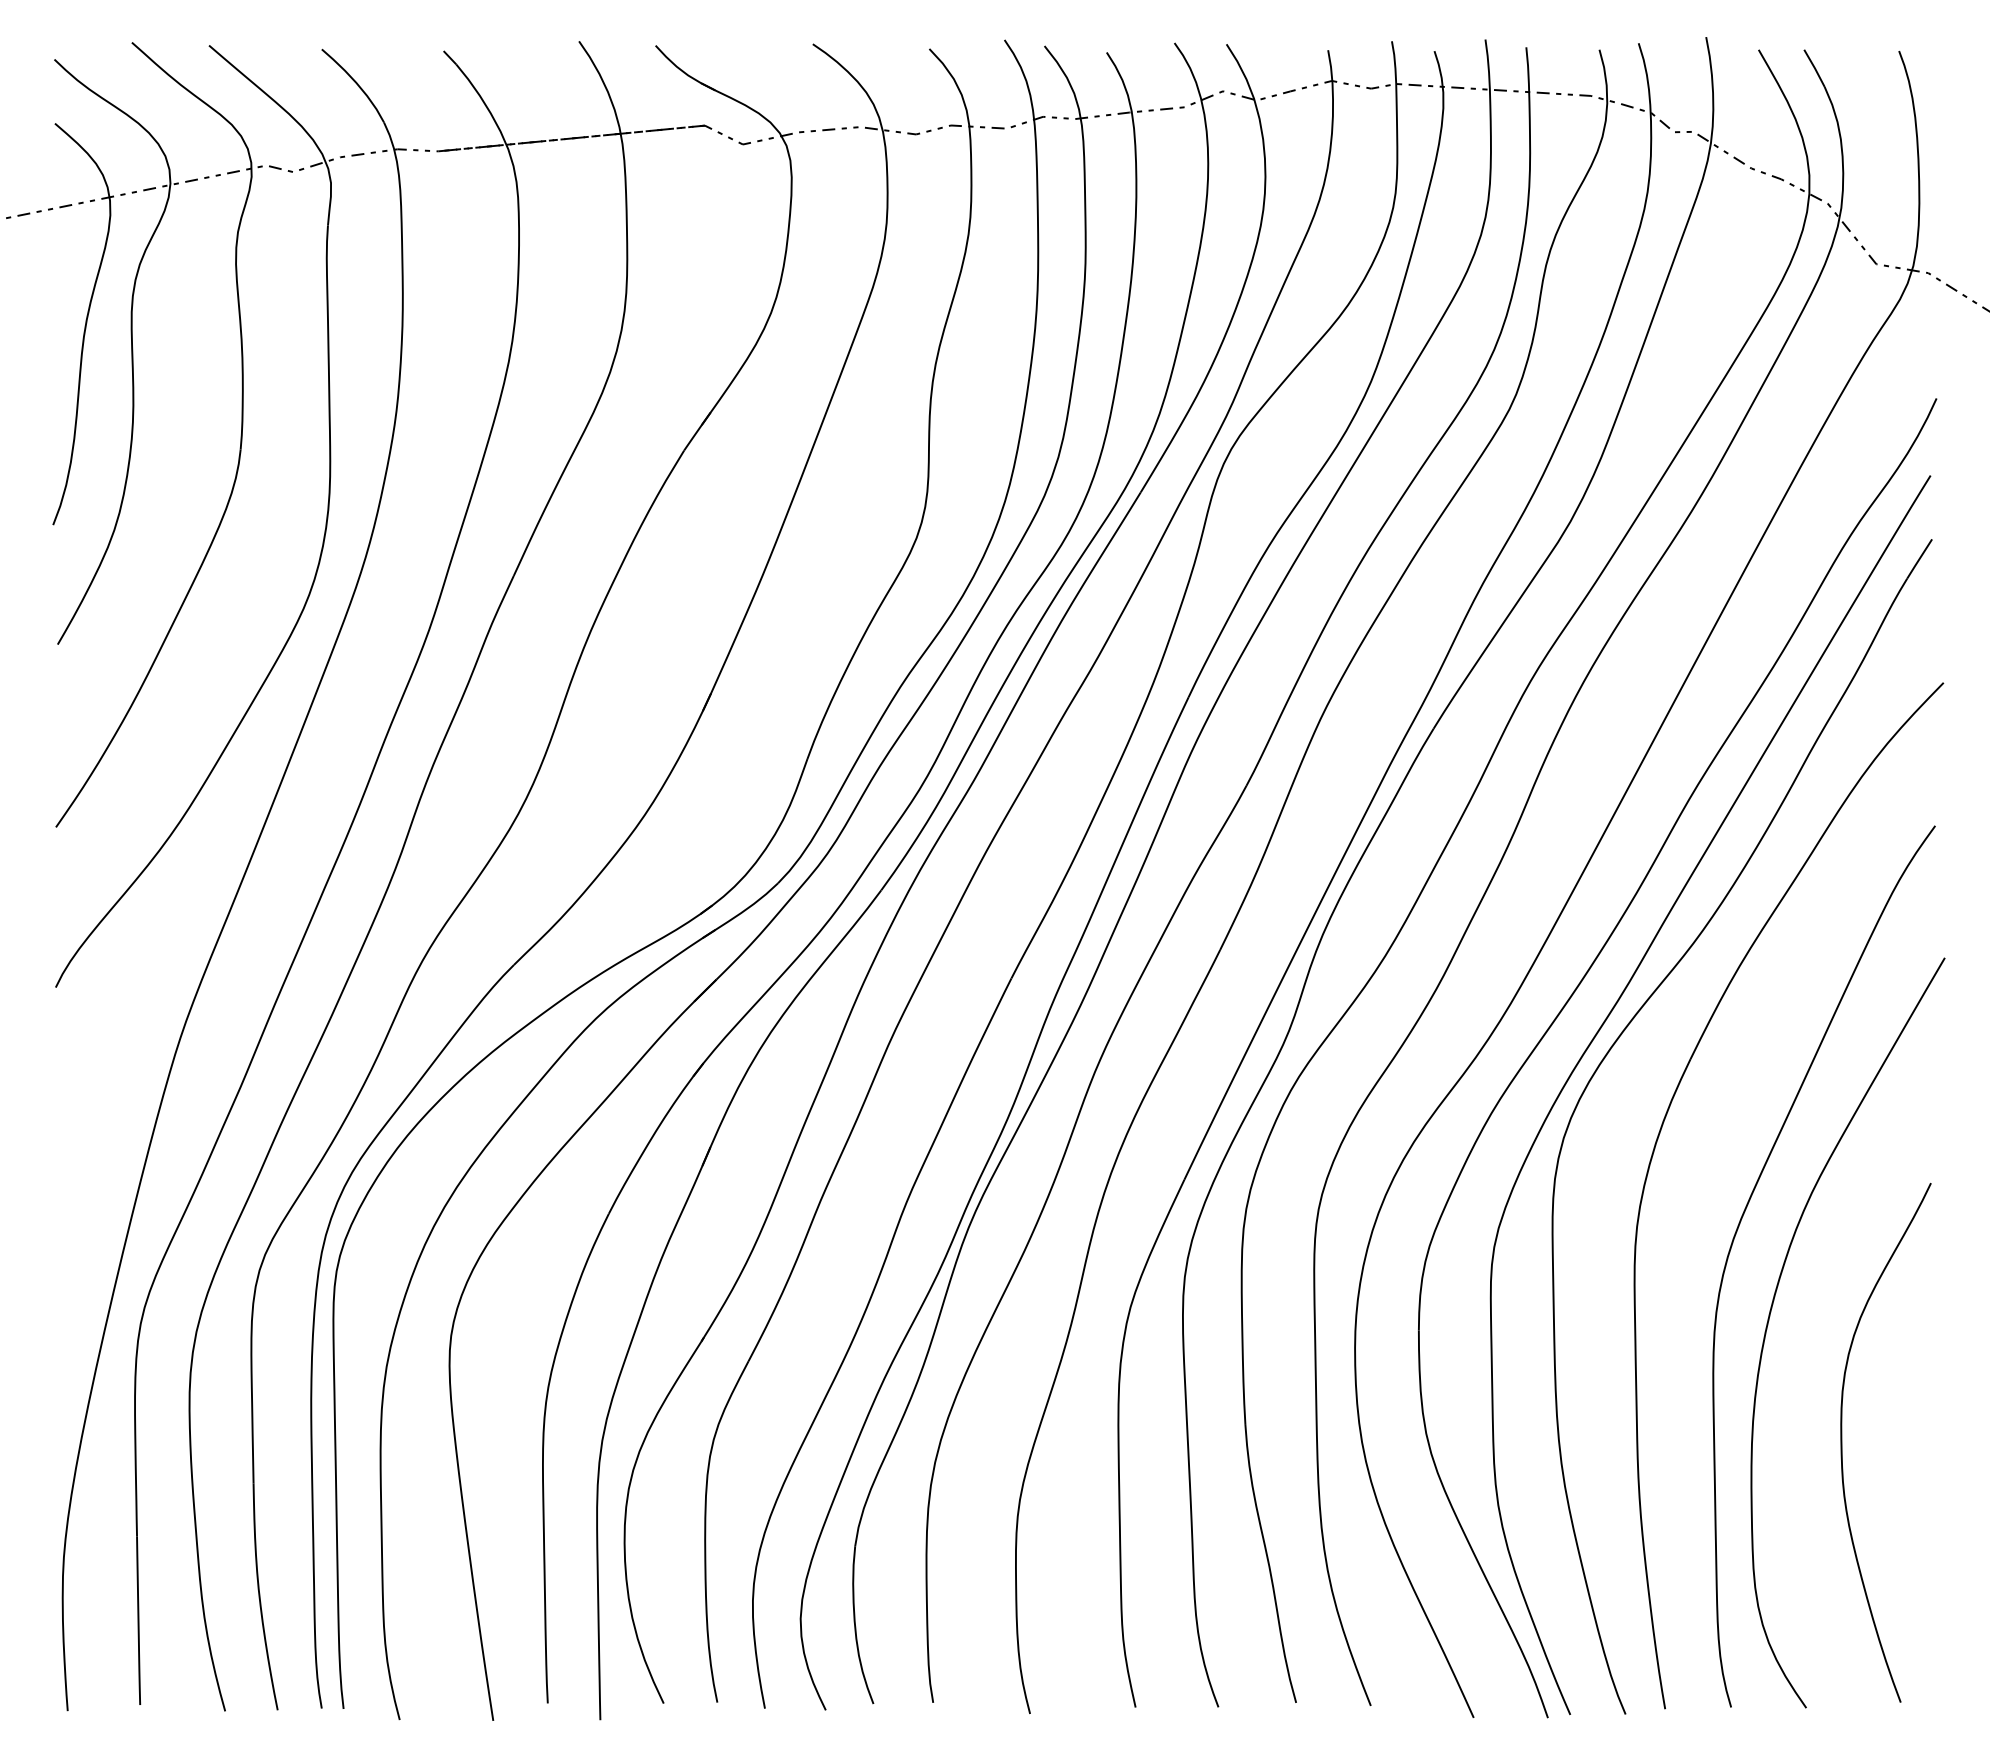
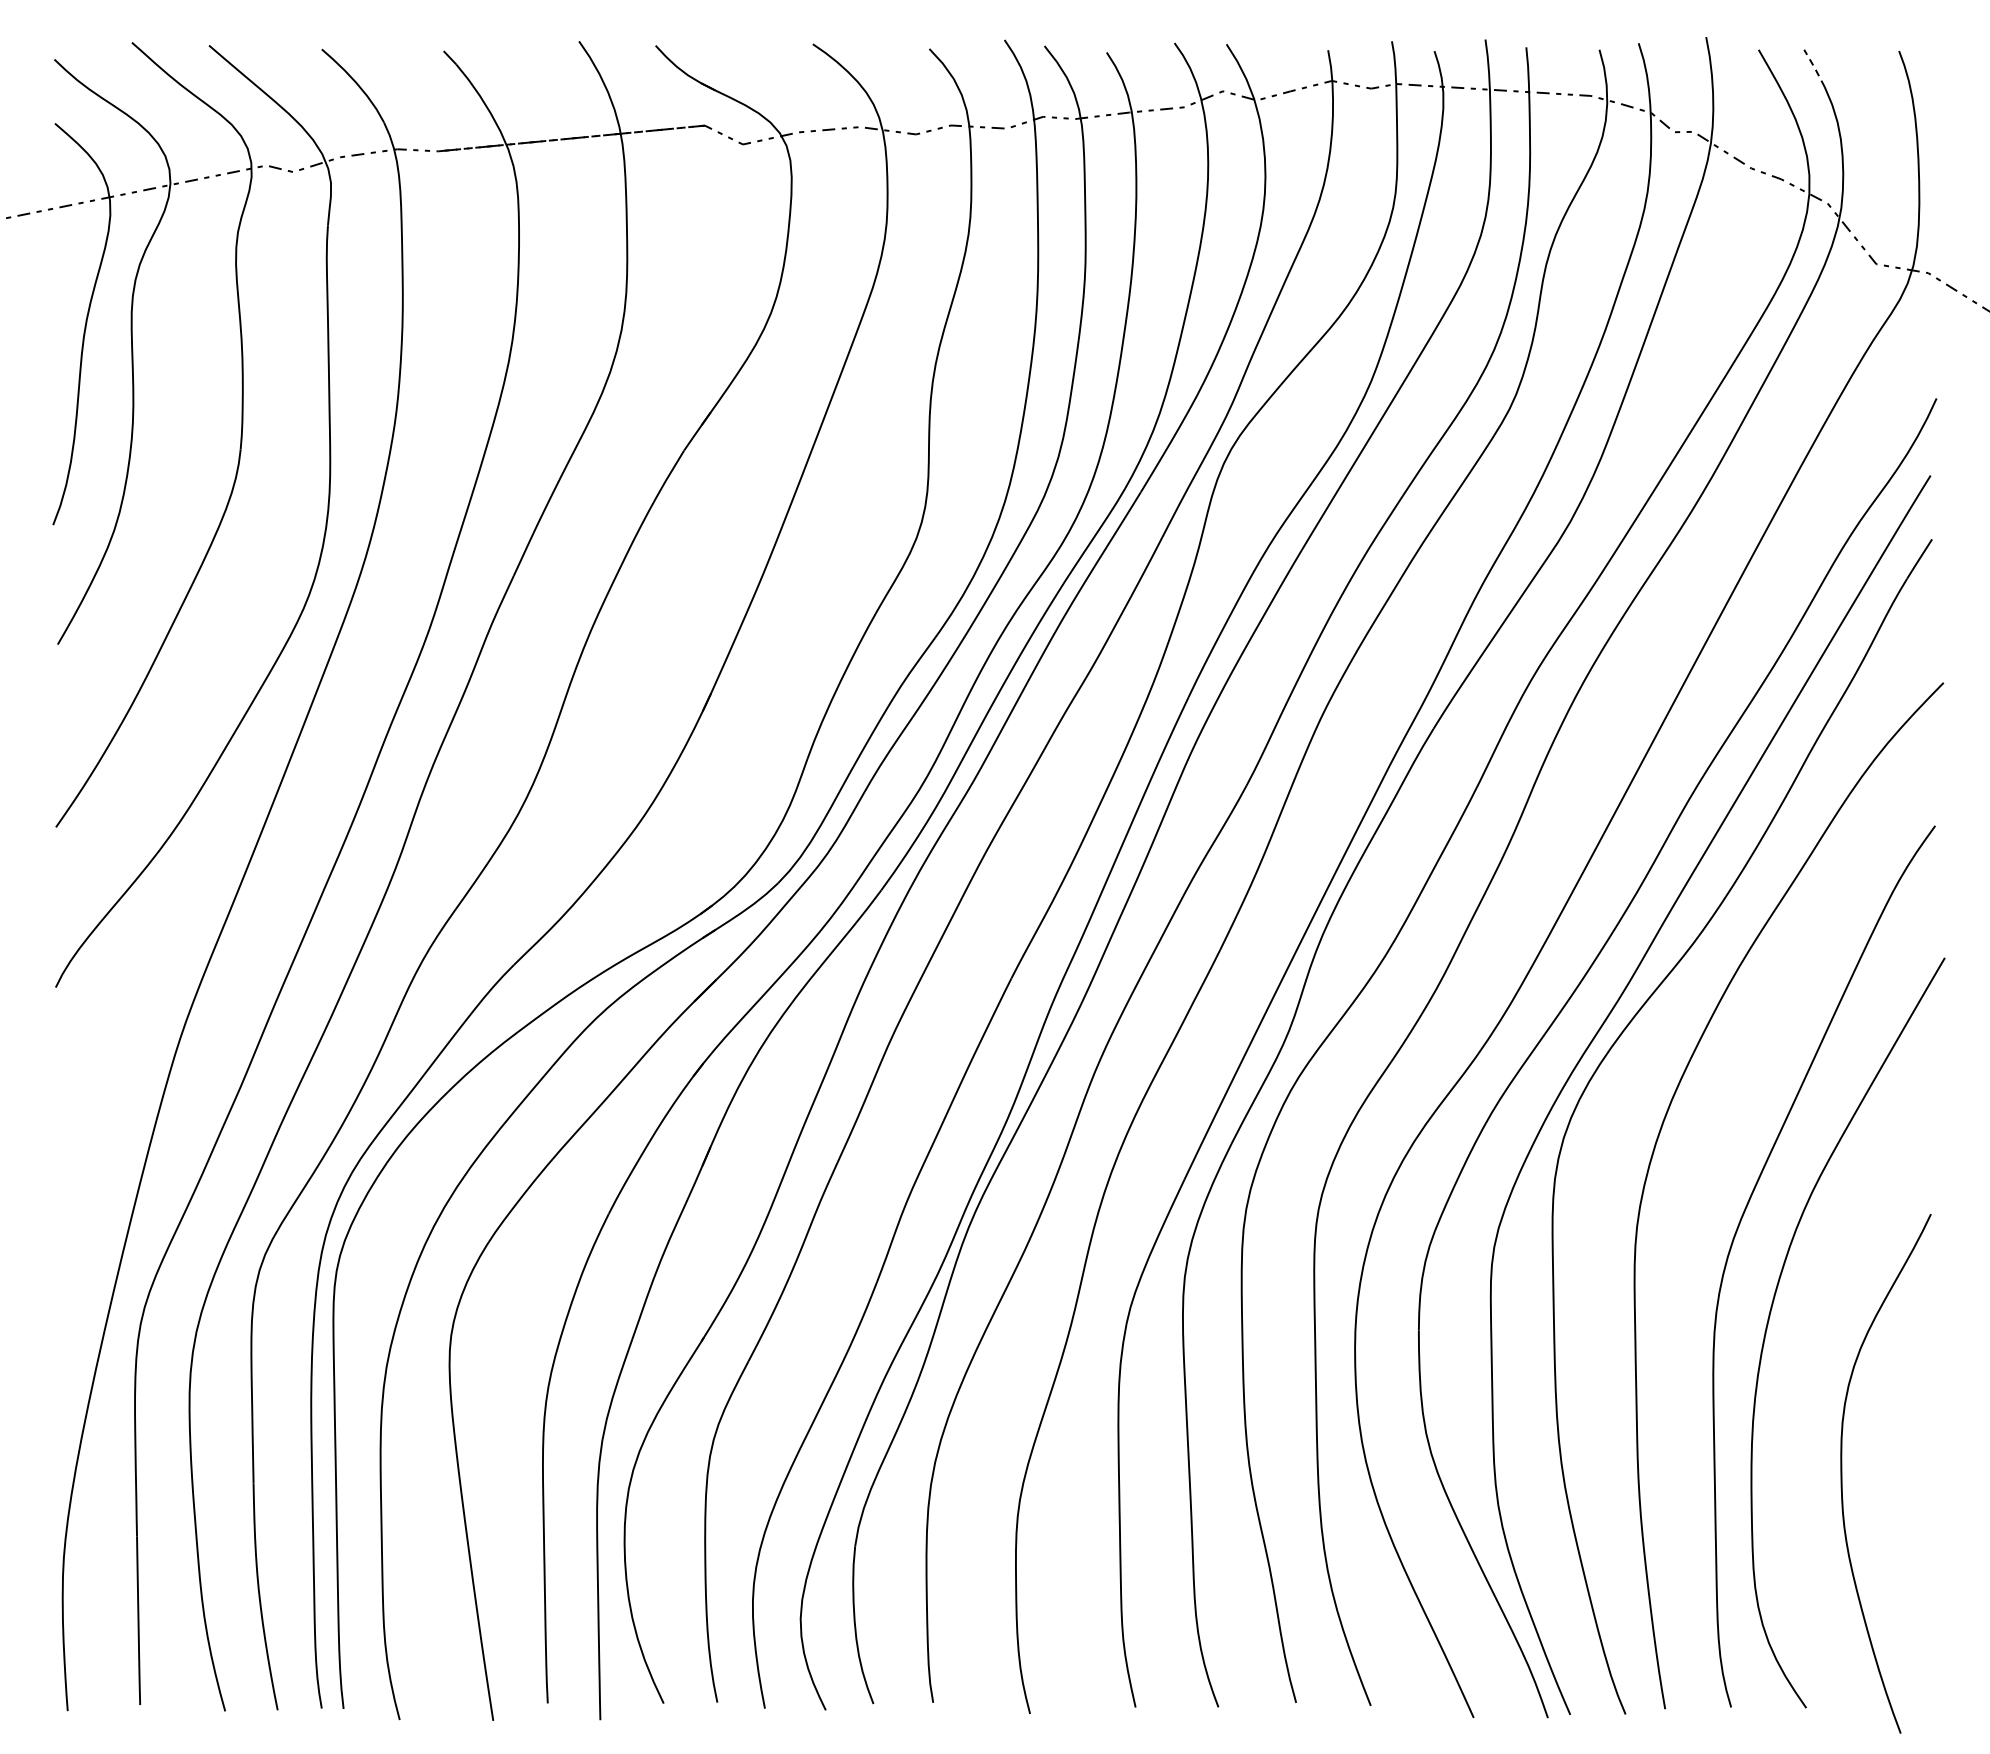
line at (1815, 68): solid -> dashed
curve at (1842, 1442) position: (1842, 1442) -> (1842, 1473)
